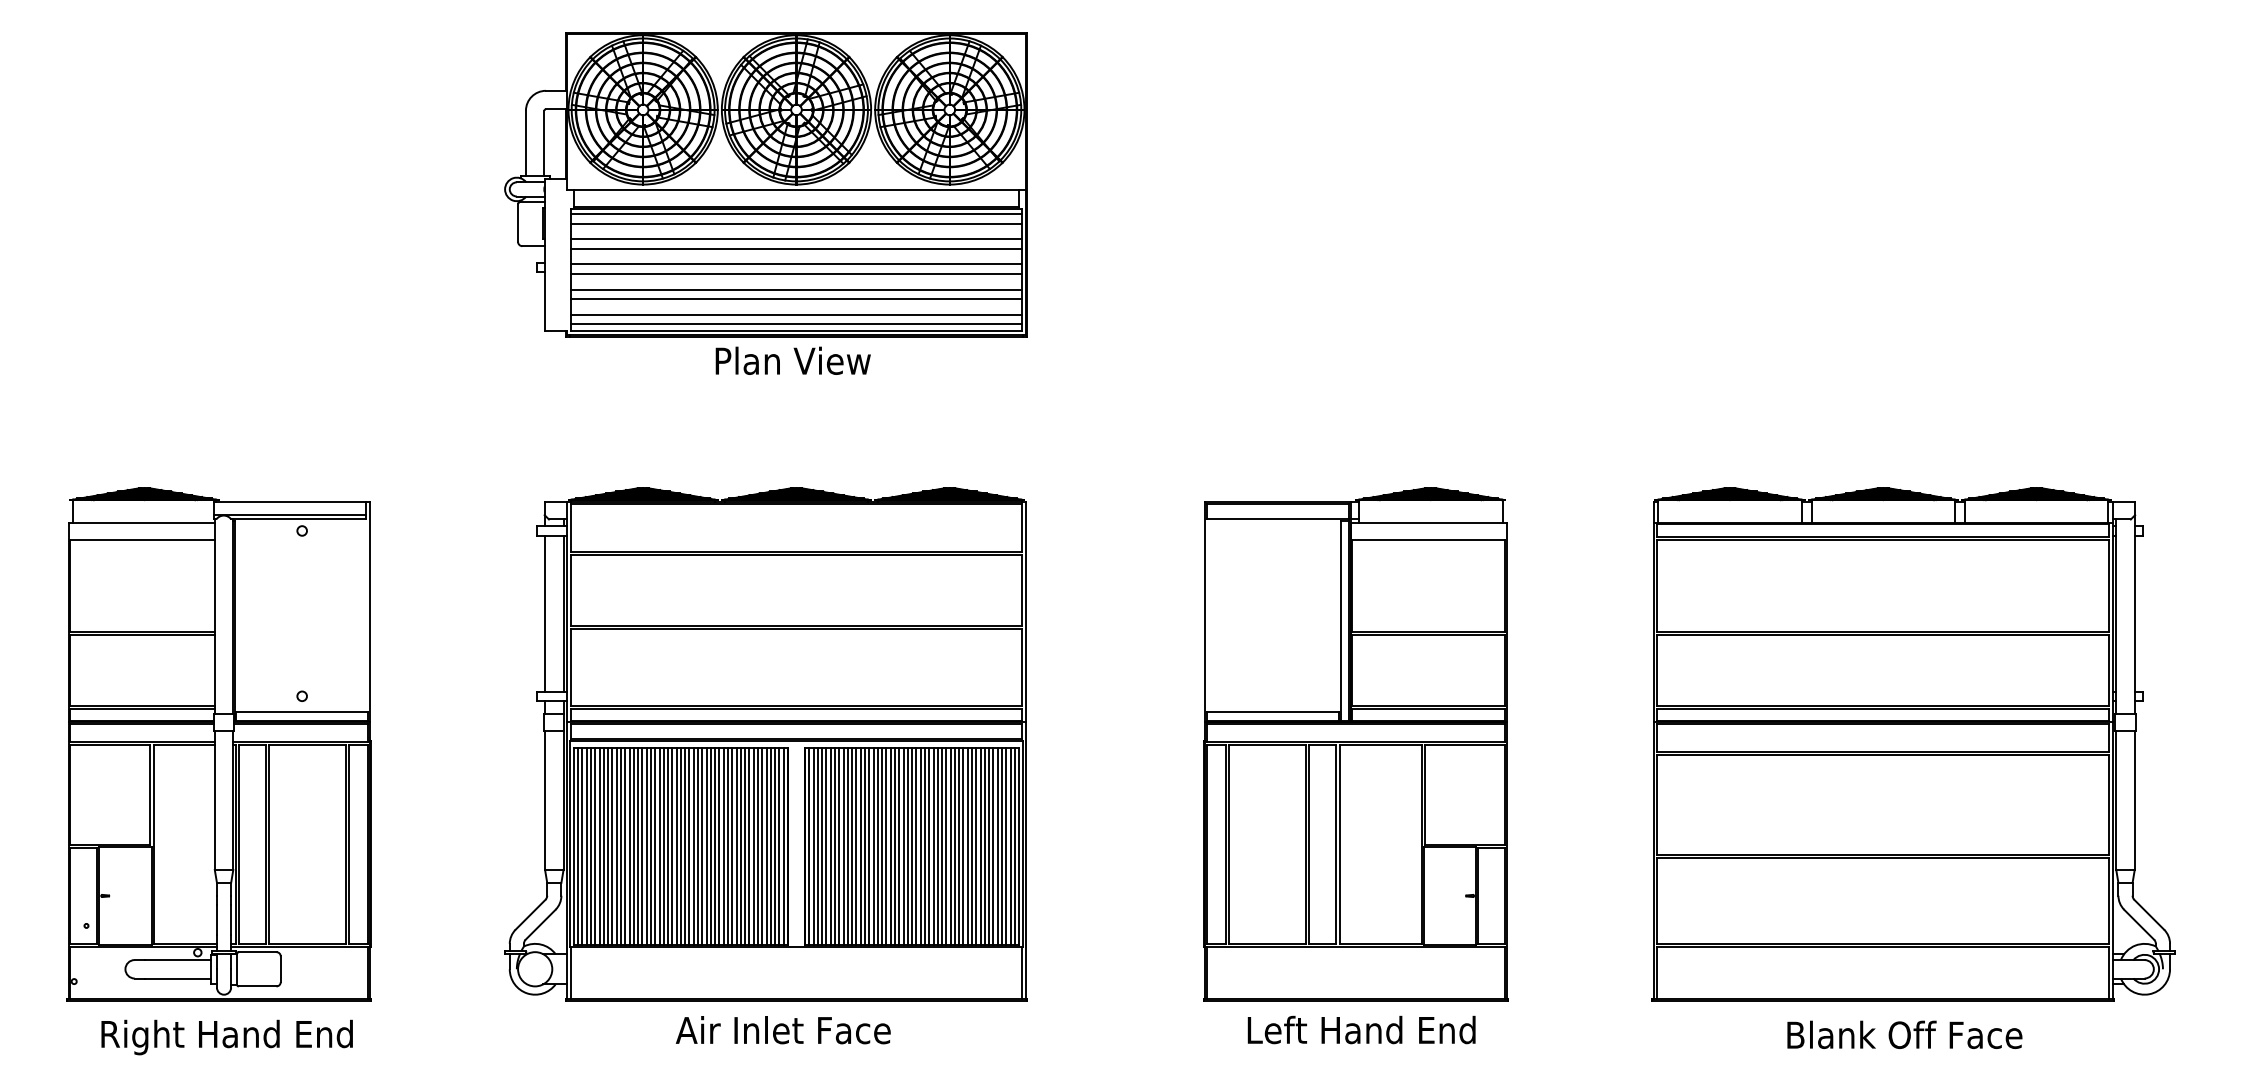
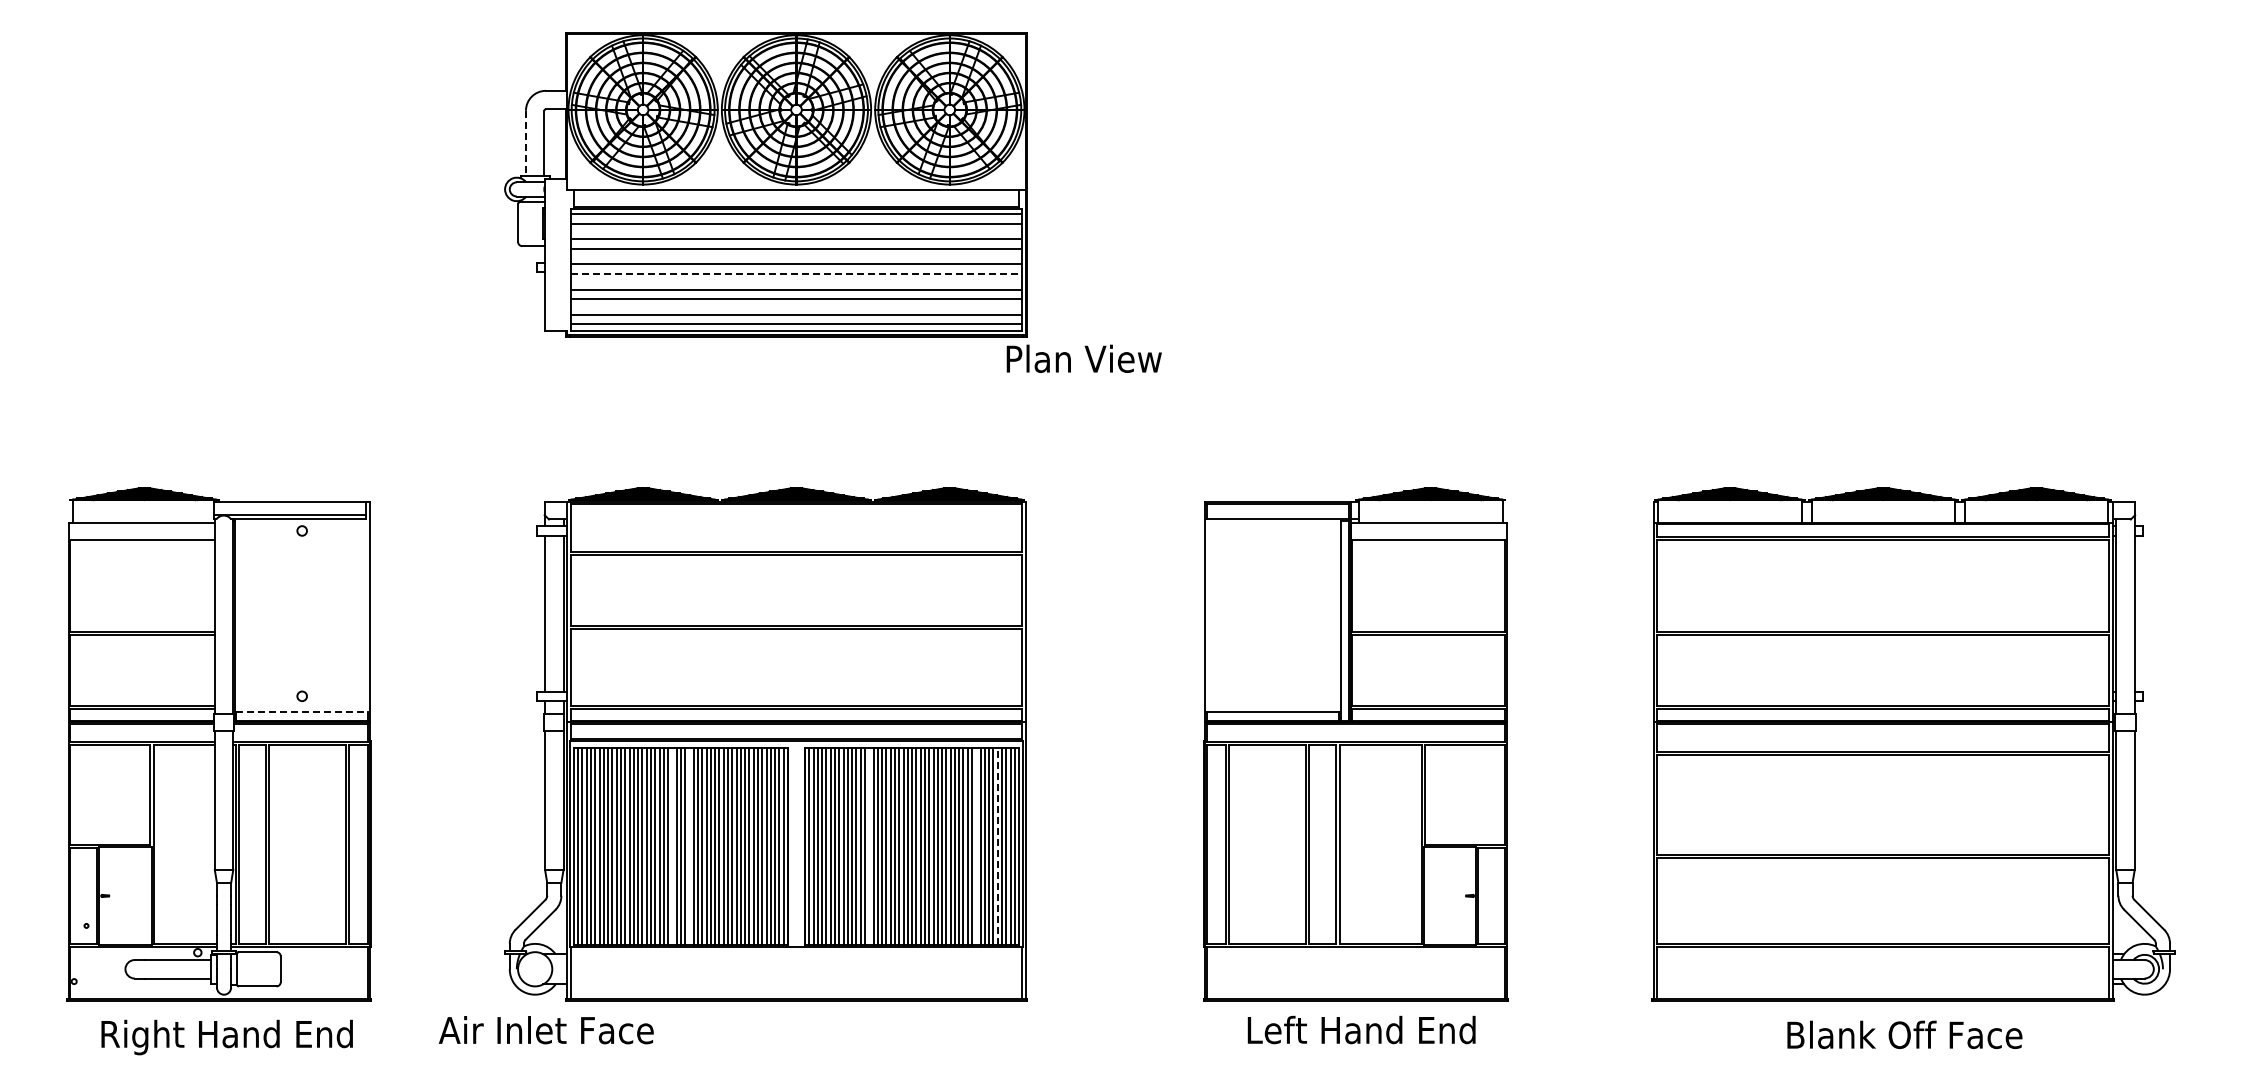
line at (525, 143): solid -> dashed
line at (796, 274): solid -> dashed
text at (792, 360) position: (792, 360) -> (1083, 358)
line at (302, 711): solid -> dashed
line at (672, 846): present -> none
line at (689, 846): present -> none
line at (869, 846): present -> none
line at (976, 846): present -> none
line at (997, 846): solid -> dashed
text at (782, 1030) position: (782, 1030) -> (545, 1030)
